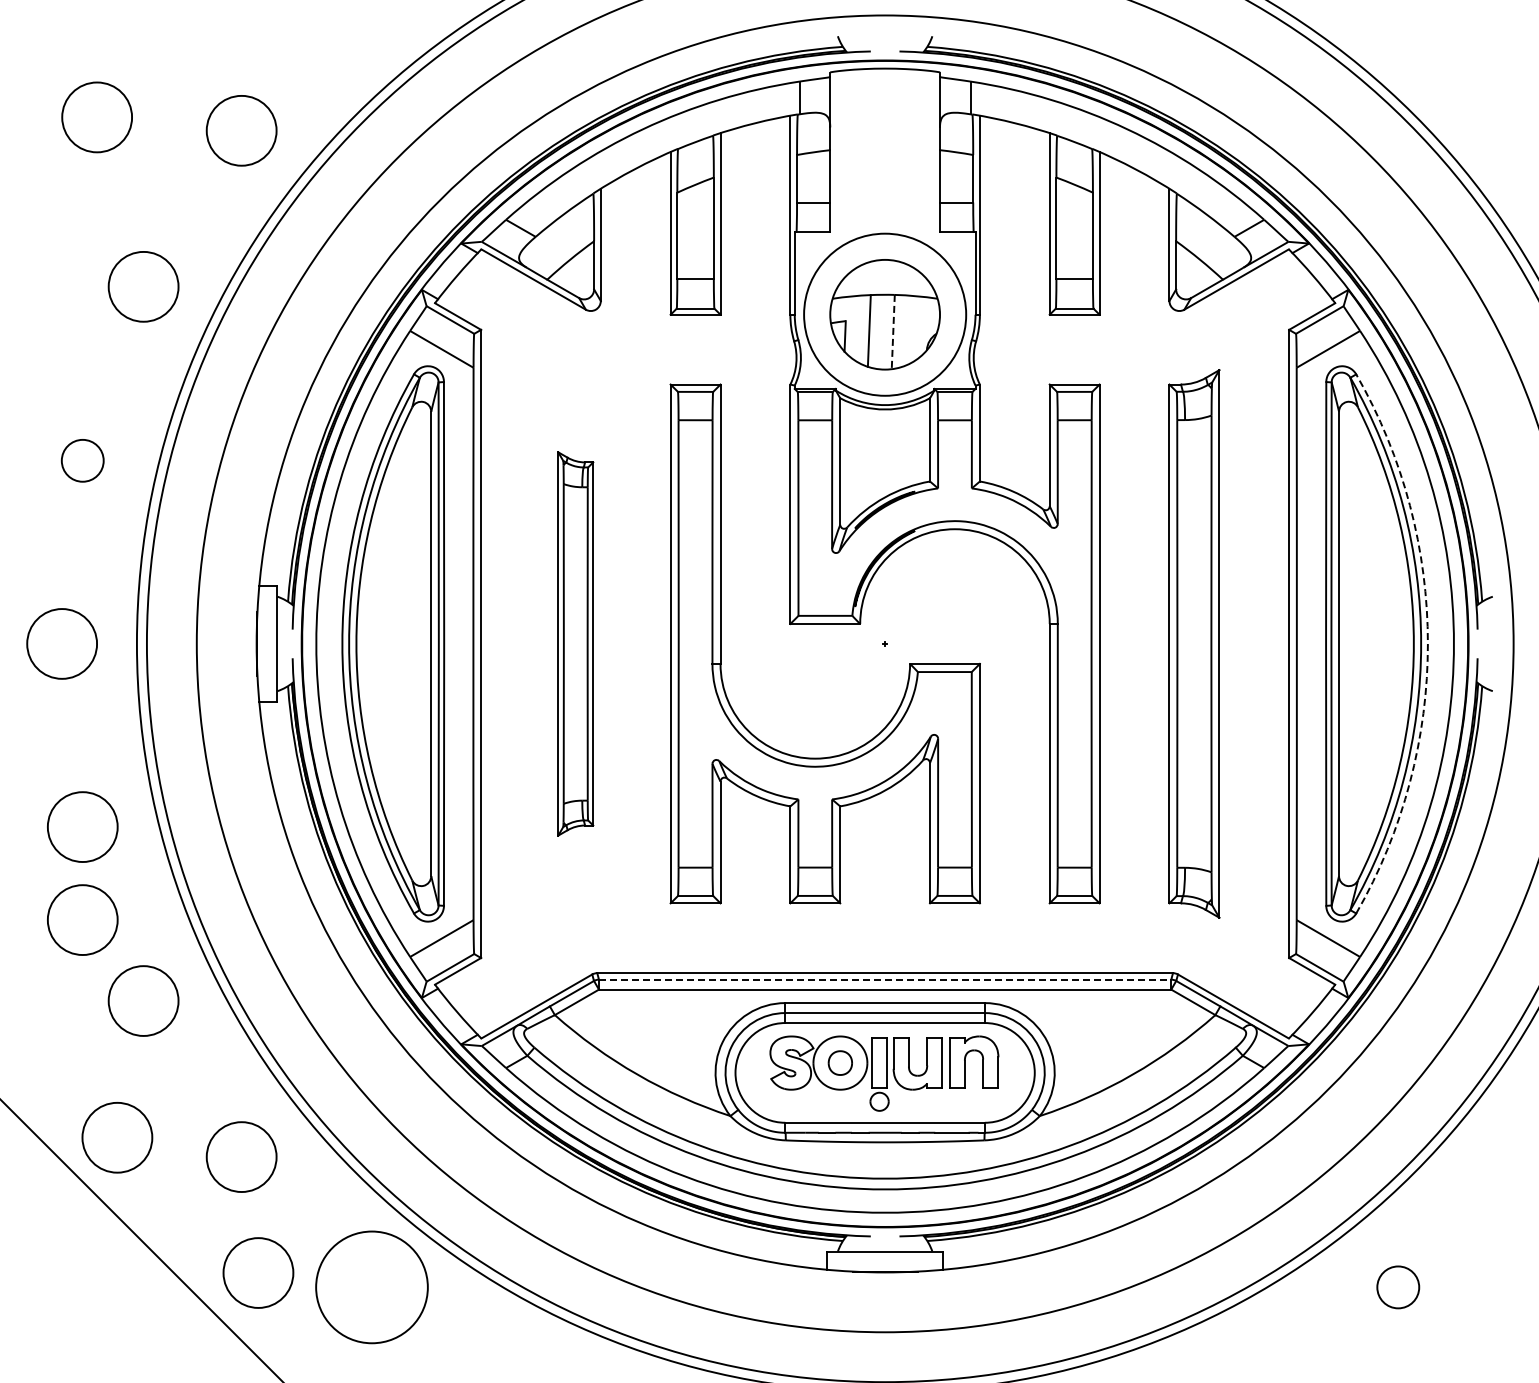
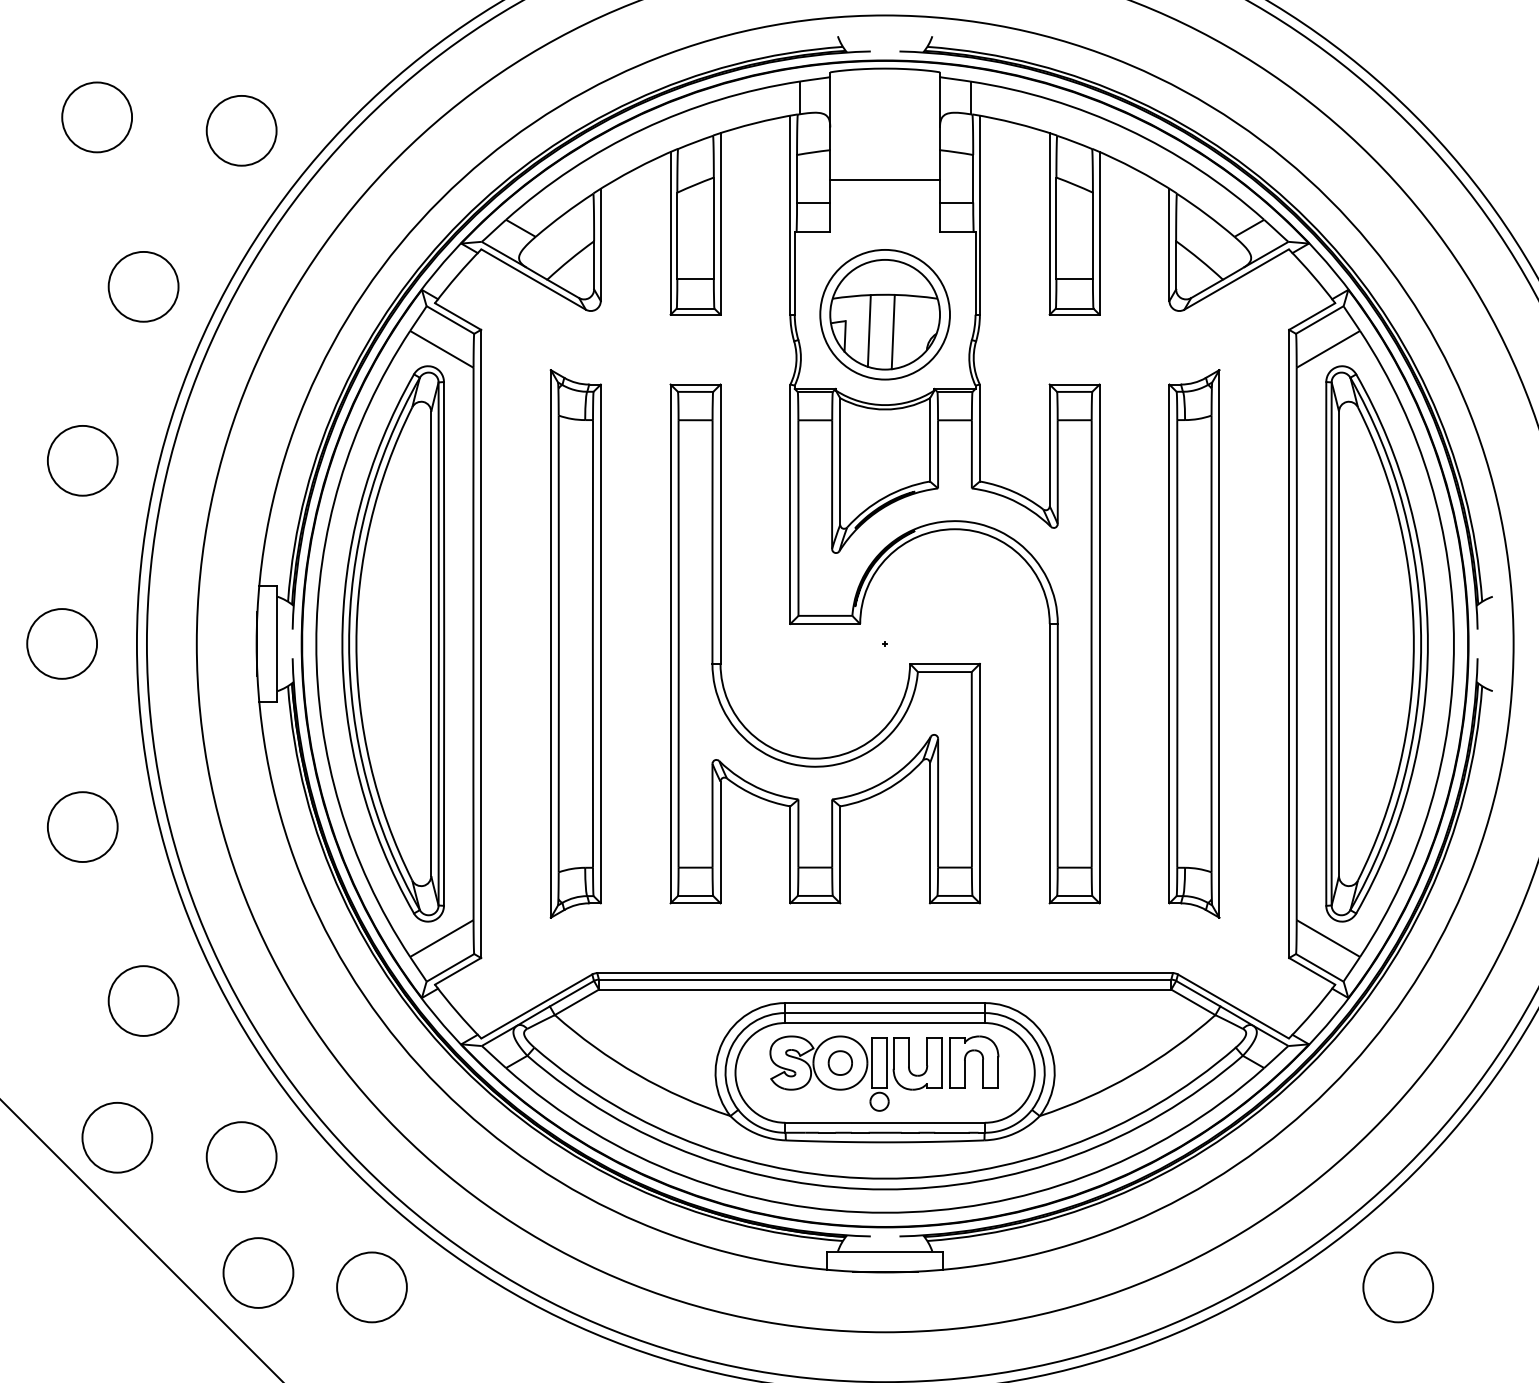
line at (885, 180): none -> present
circle at (885, 314) diameter: 162 px -> 130 px
line at (893, 332): dashed -> solid
circle at (82, 460) diameter: 42 px -> 70 px
part at (575, 643) size: 38x386 px -> 53x550 px
arc at (1427, 643): dashed -> solid
circle at (82, 919): present -> none
line at (885, 979): dashed -> solid
circle at (371, 1287) diameter: 112 px -> 70 px
circle at (1398, 1287) diameter: 42 px -> 70 px
